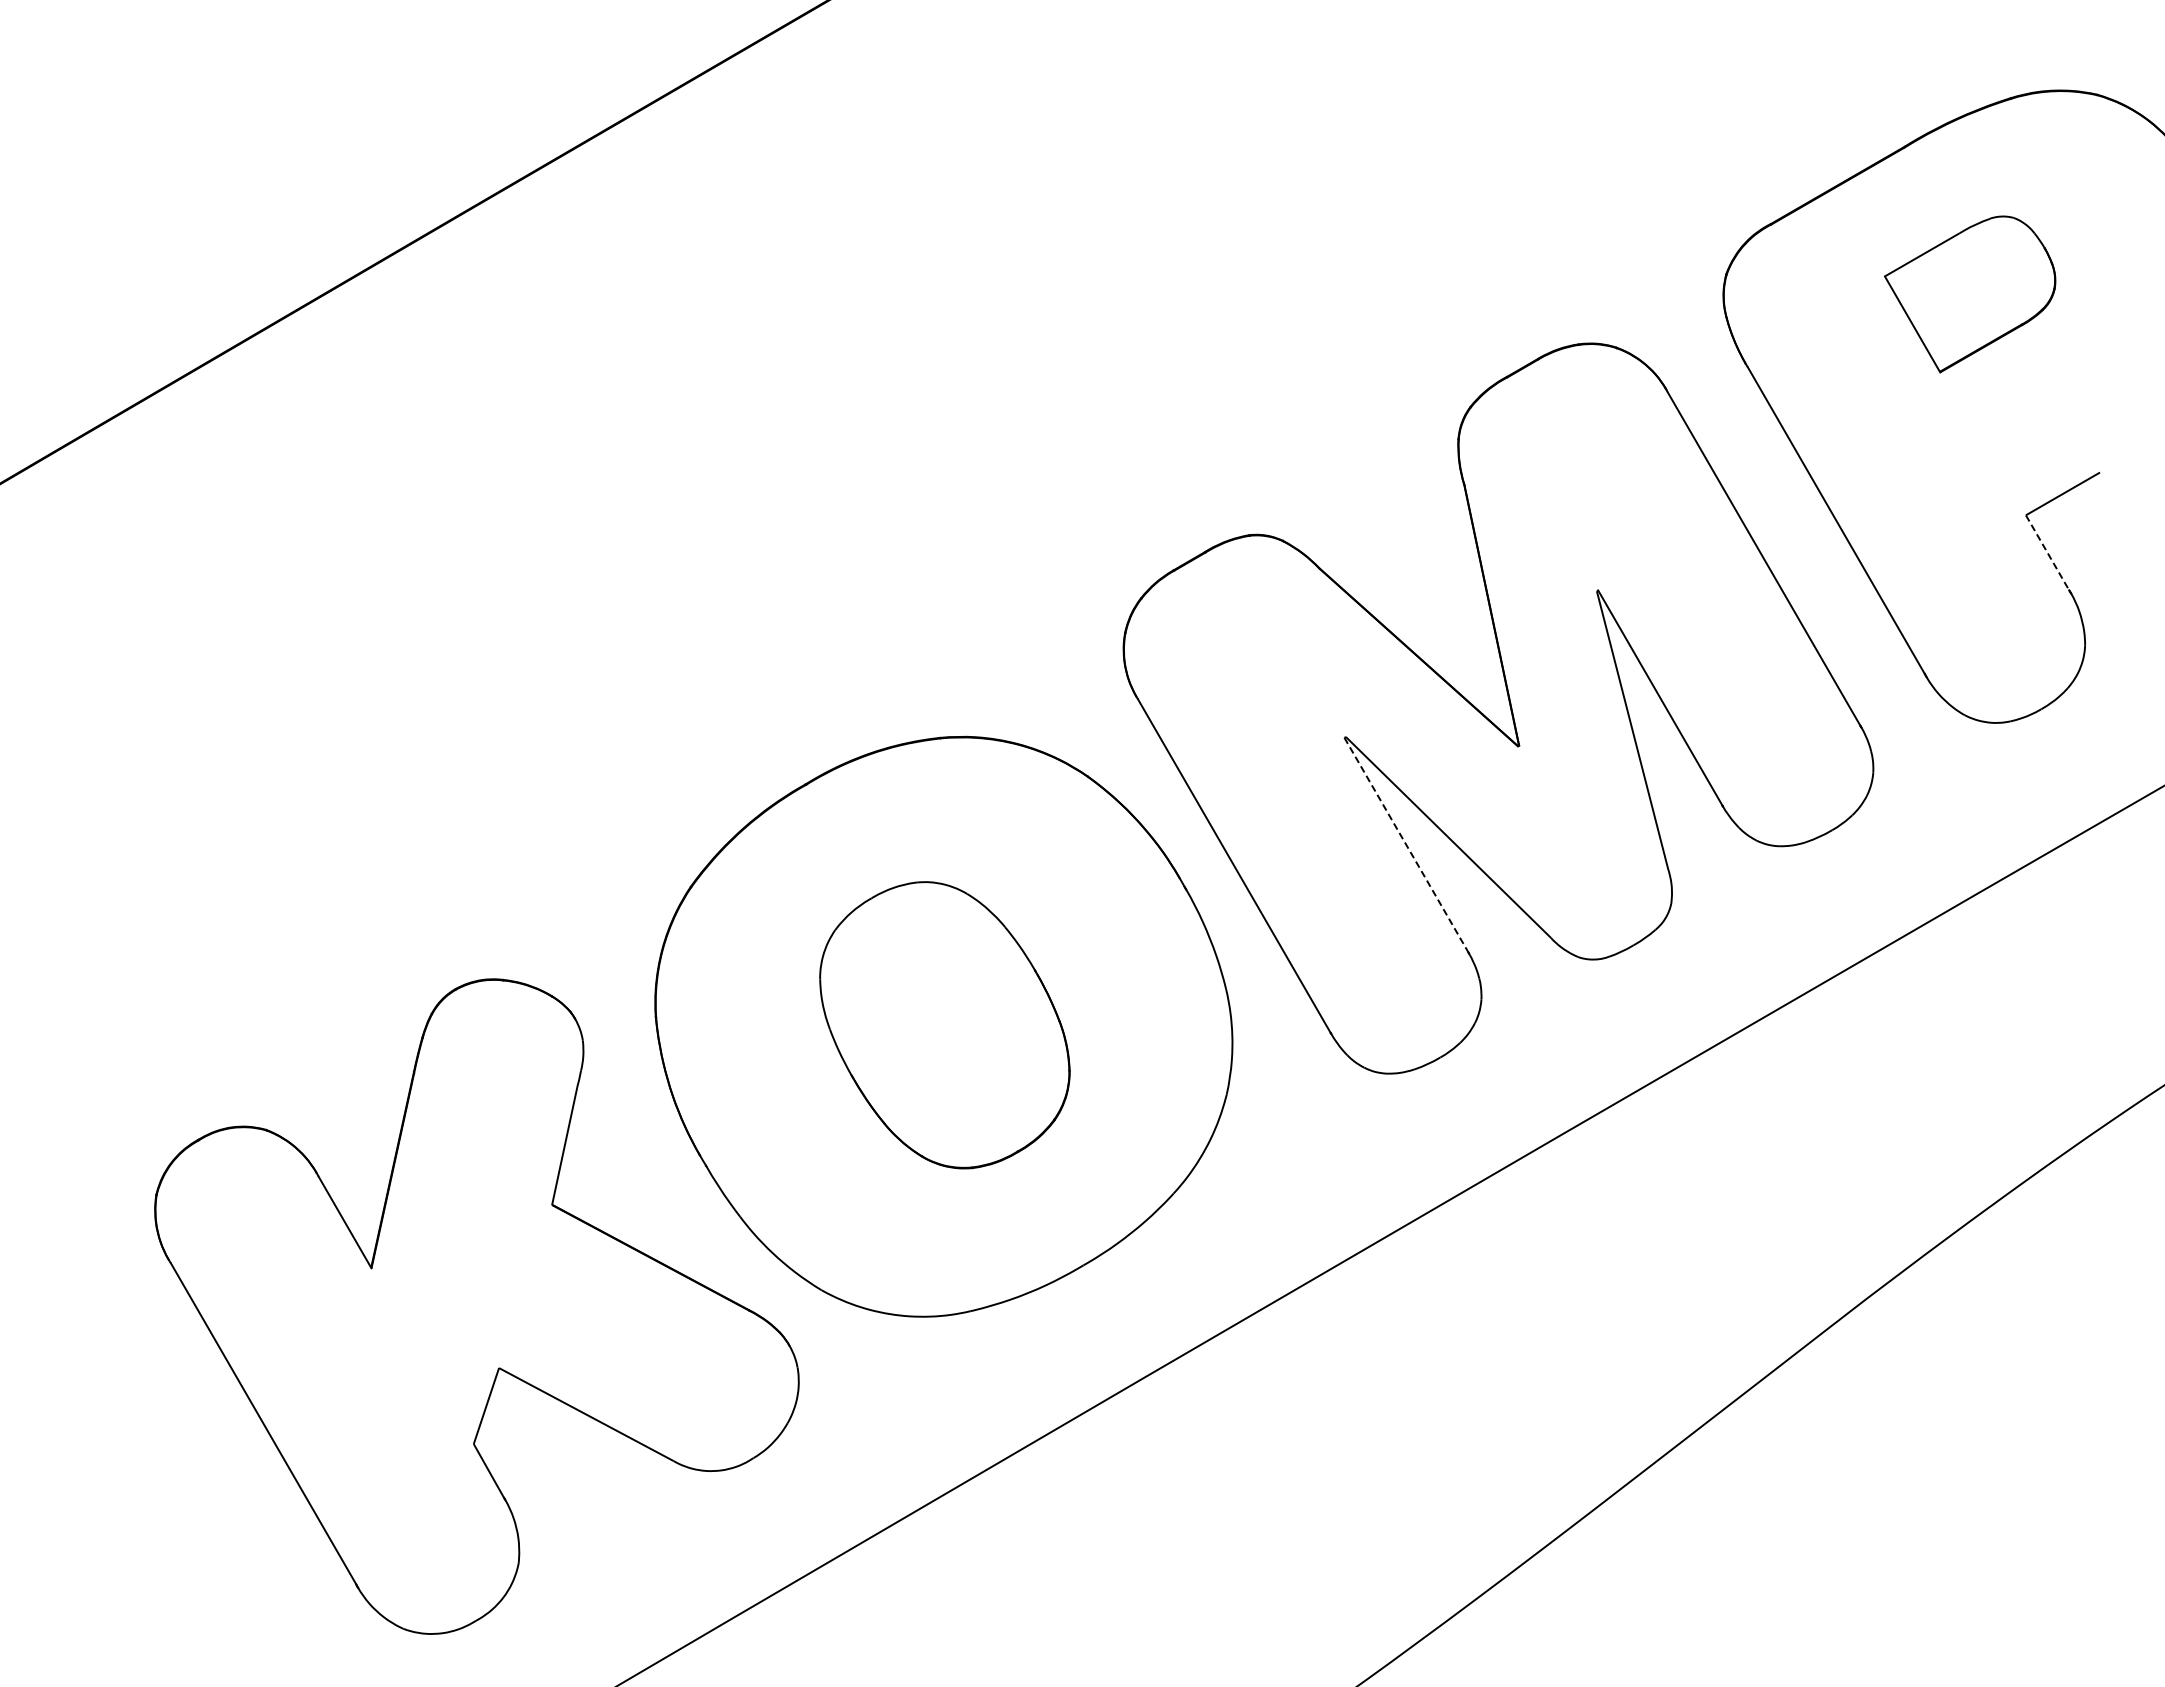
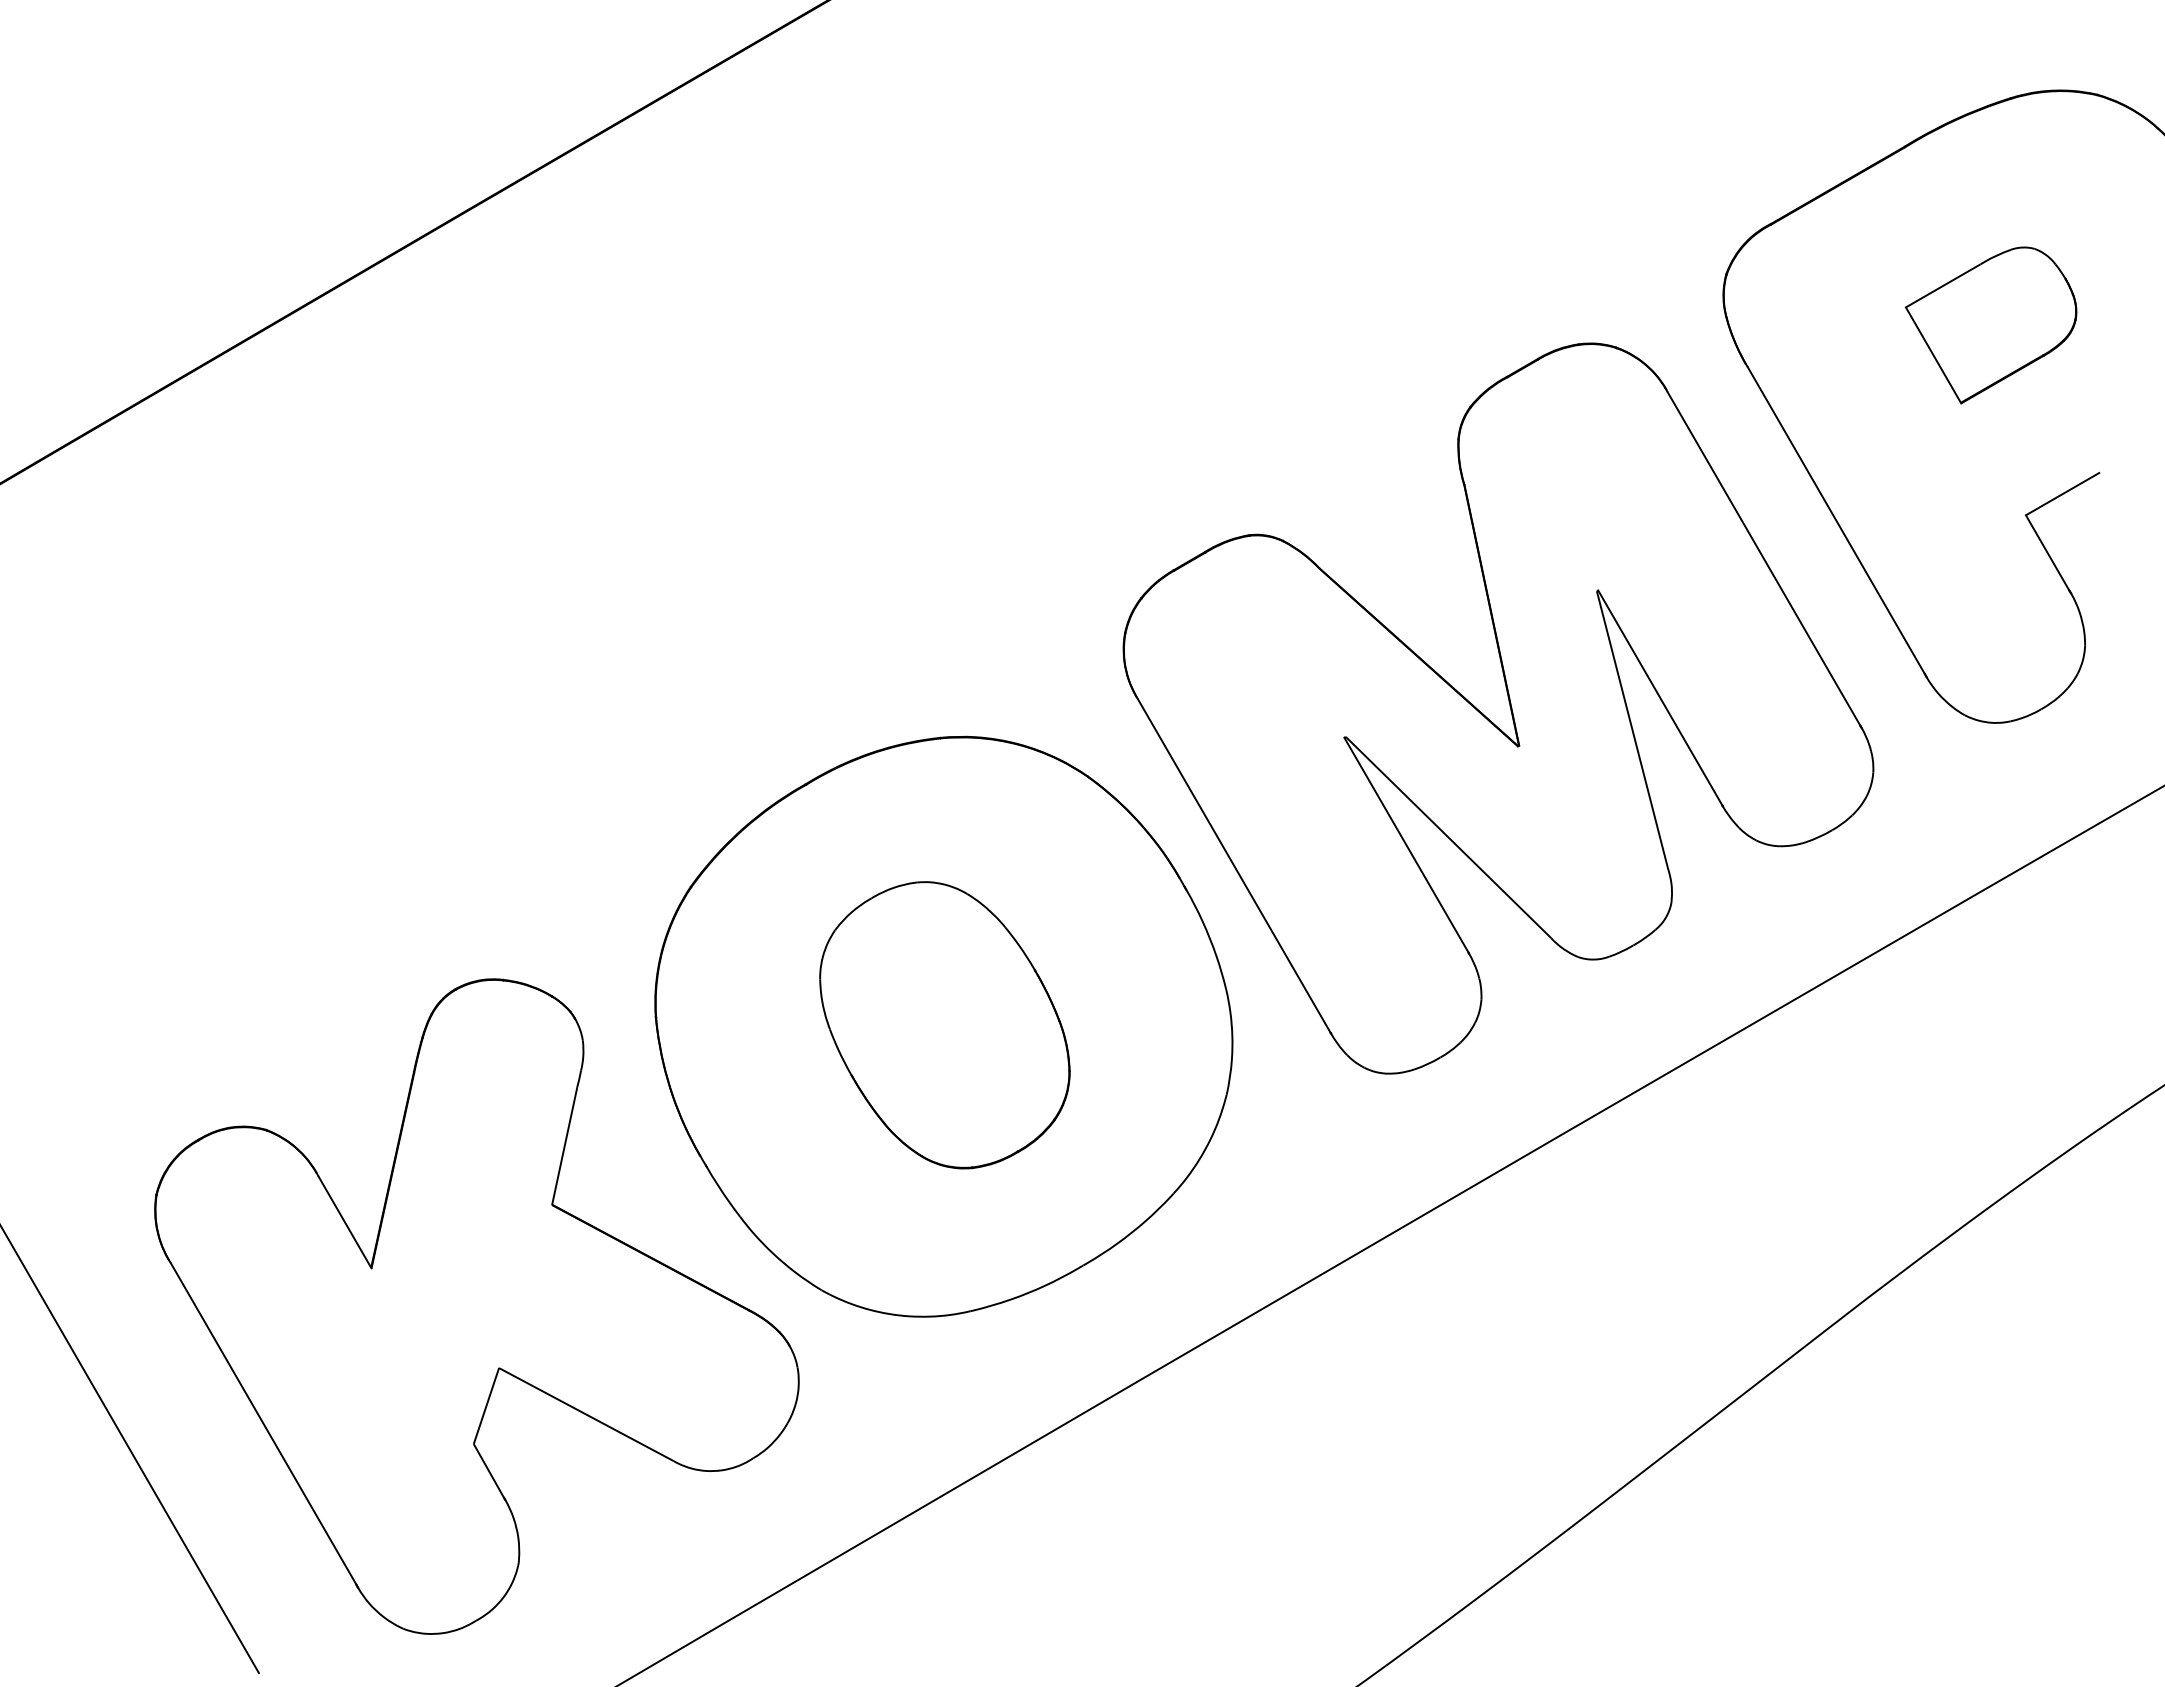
part at (1969, 294) position: (1969, 294) -> (1990, 325)
line at (2047, 553): dashed -> solid
line at (1406, 845): dashed -> solid
line at (130, 1450): none -> present
